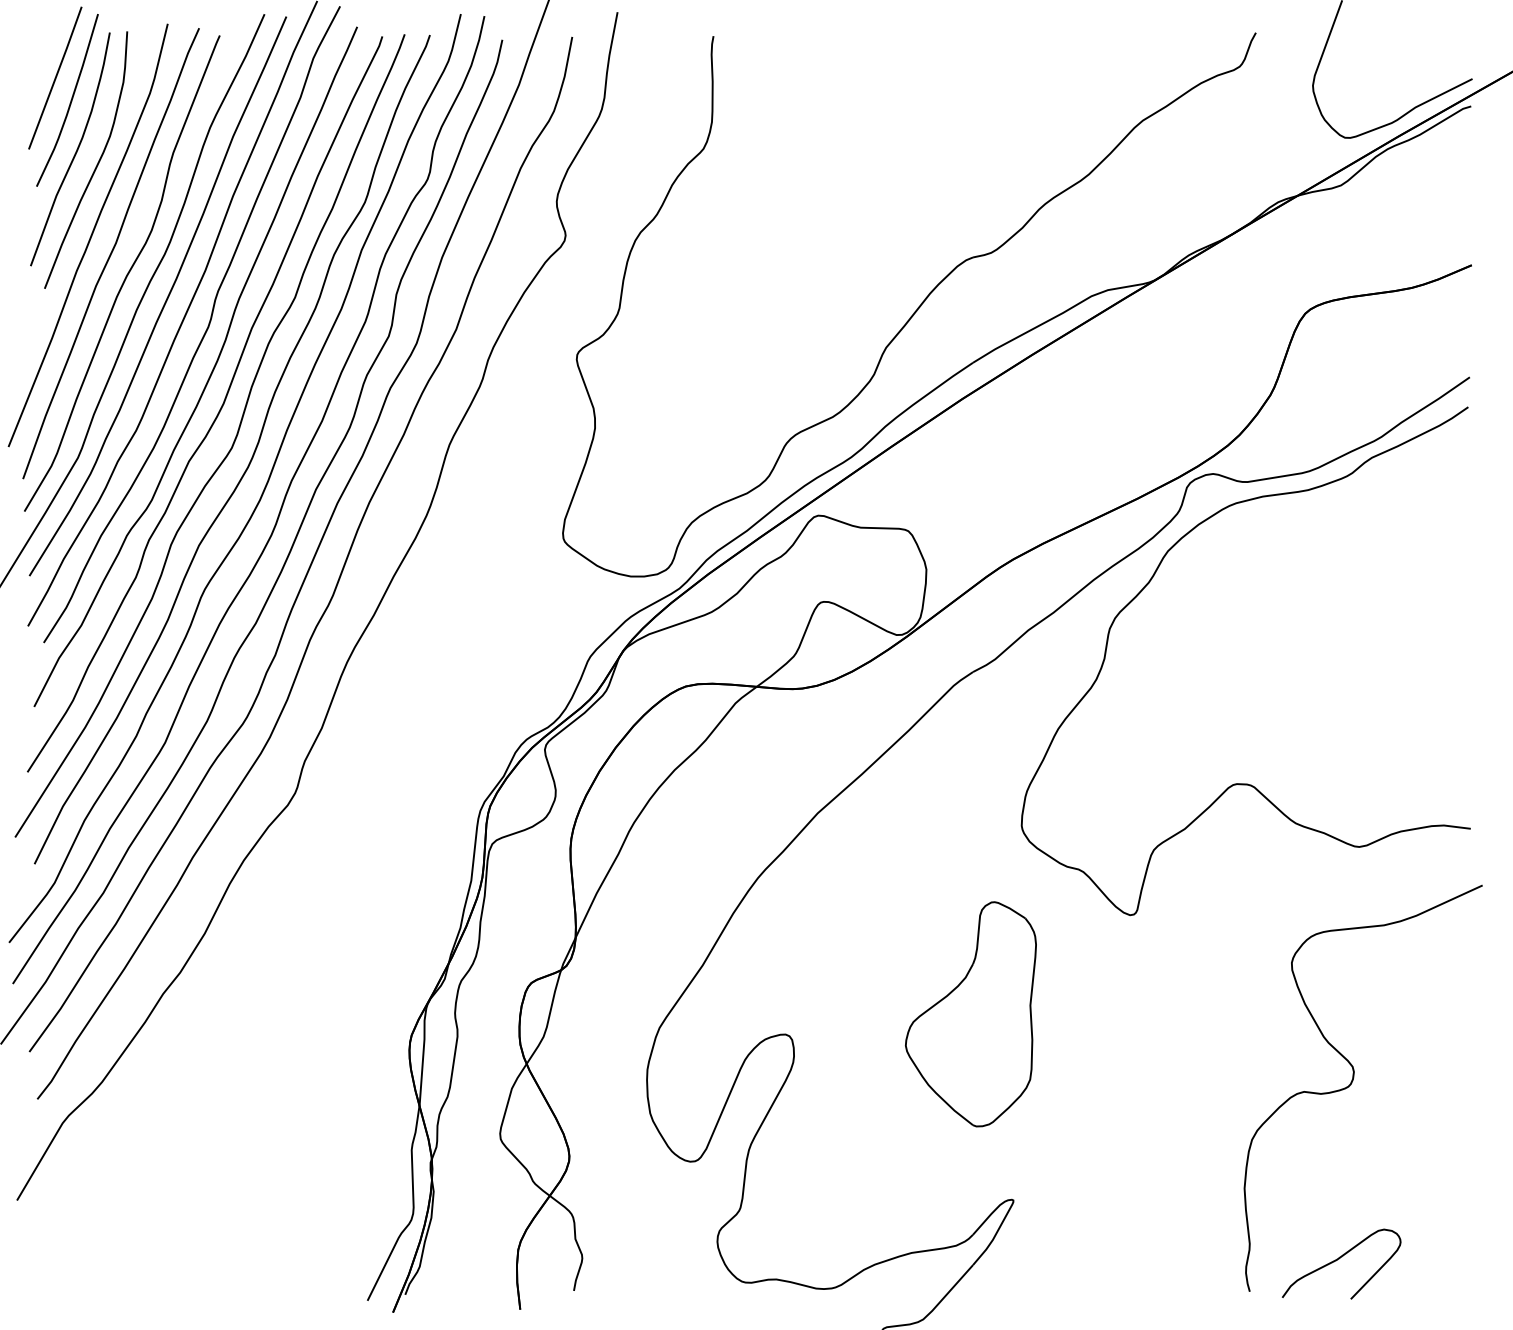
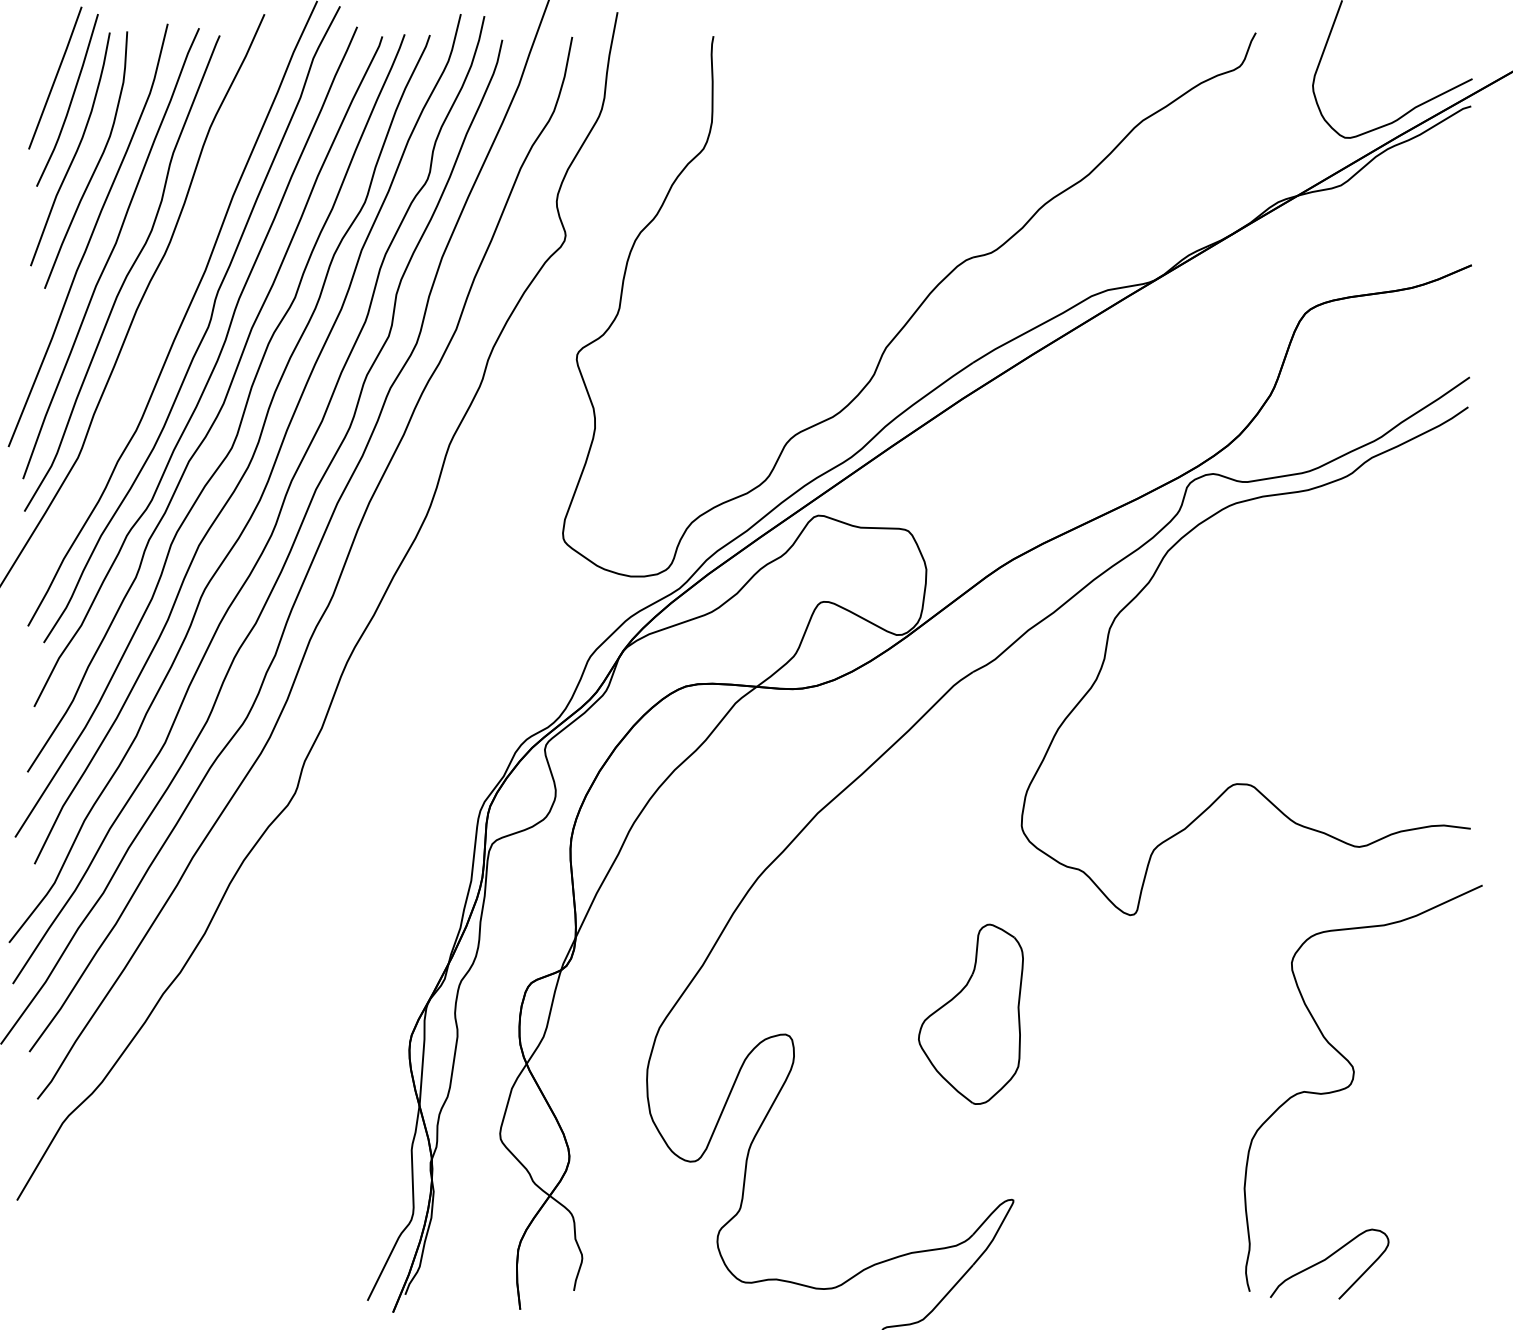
curve at (165, 300): present -> none
part at (970, 1014) size: 132x227 px -> 106x182 px
curve at (1339, 1259) position: (1339, 1259) -> (1327, 1259)
